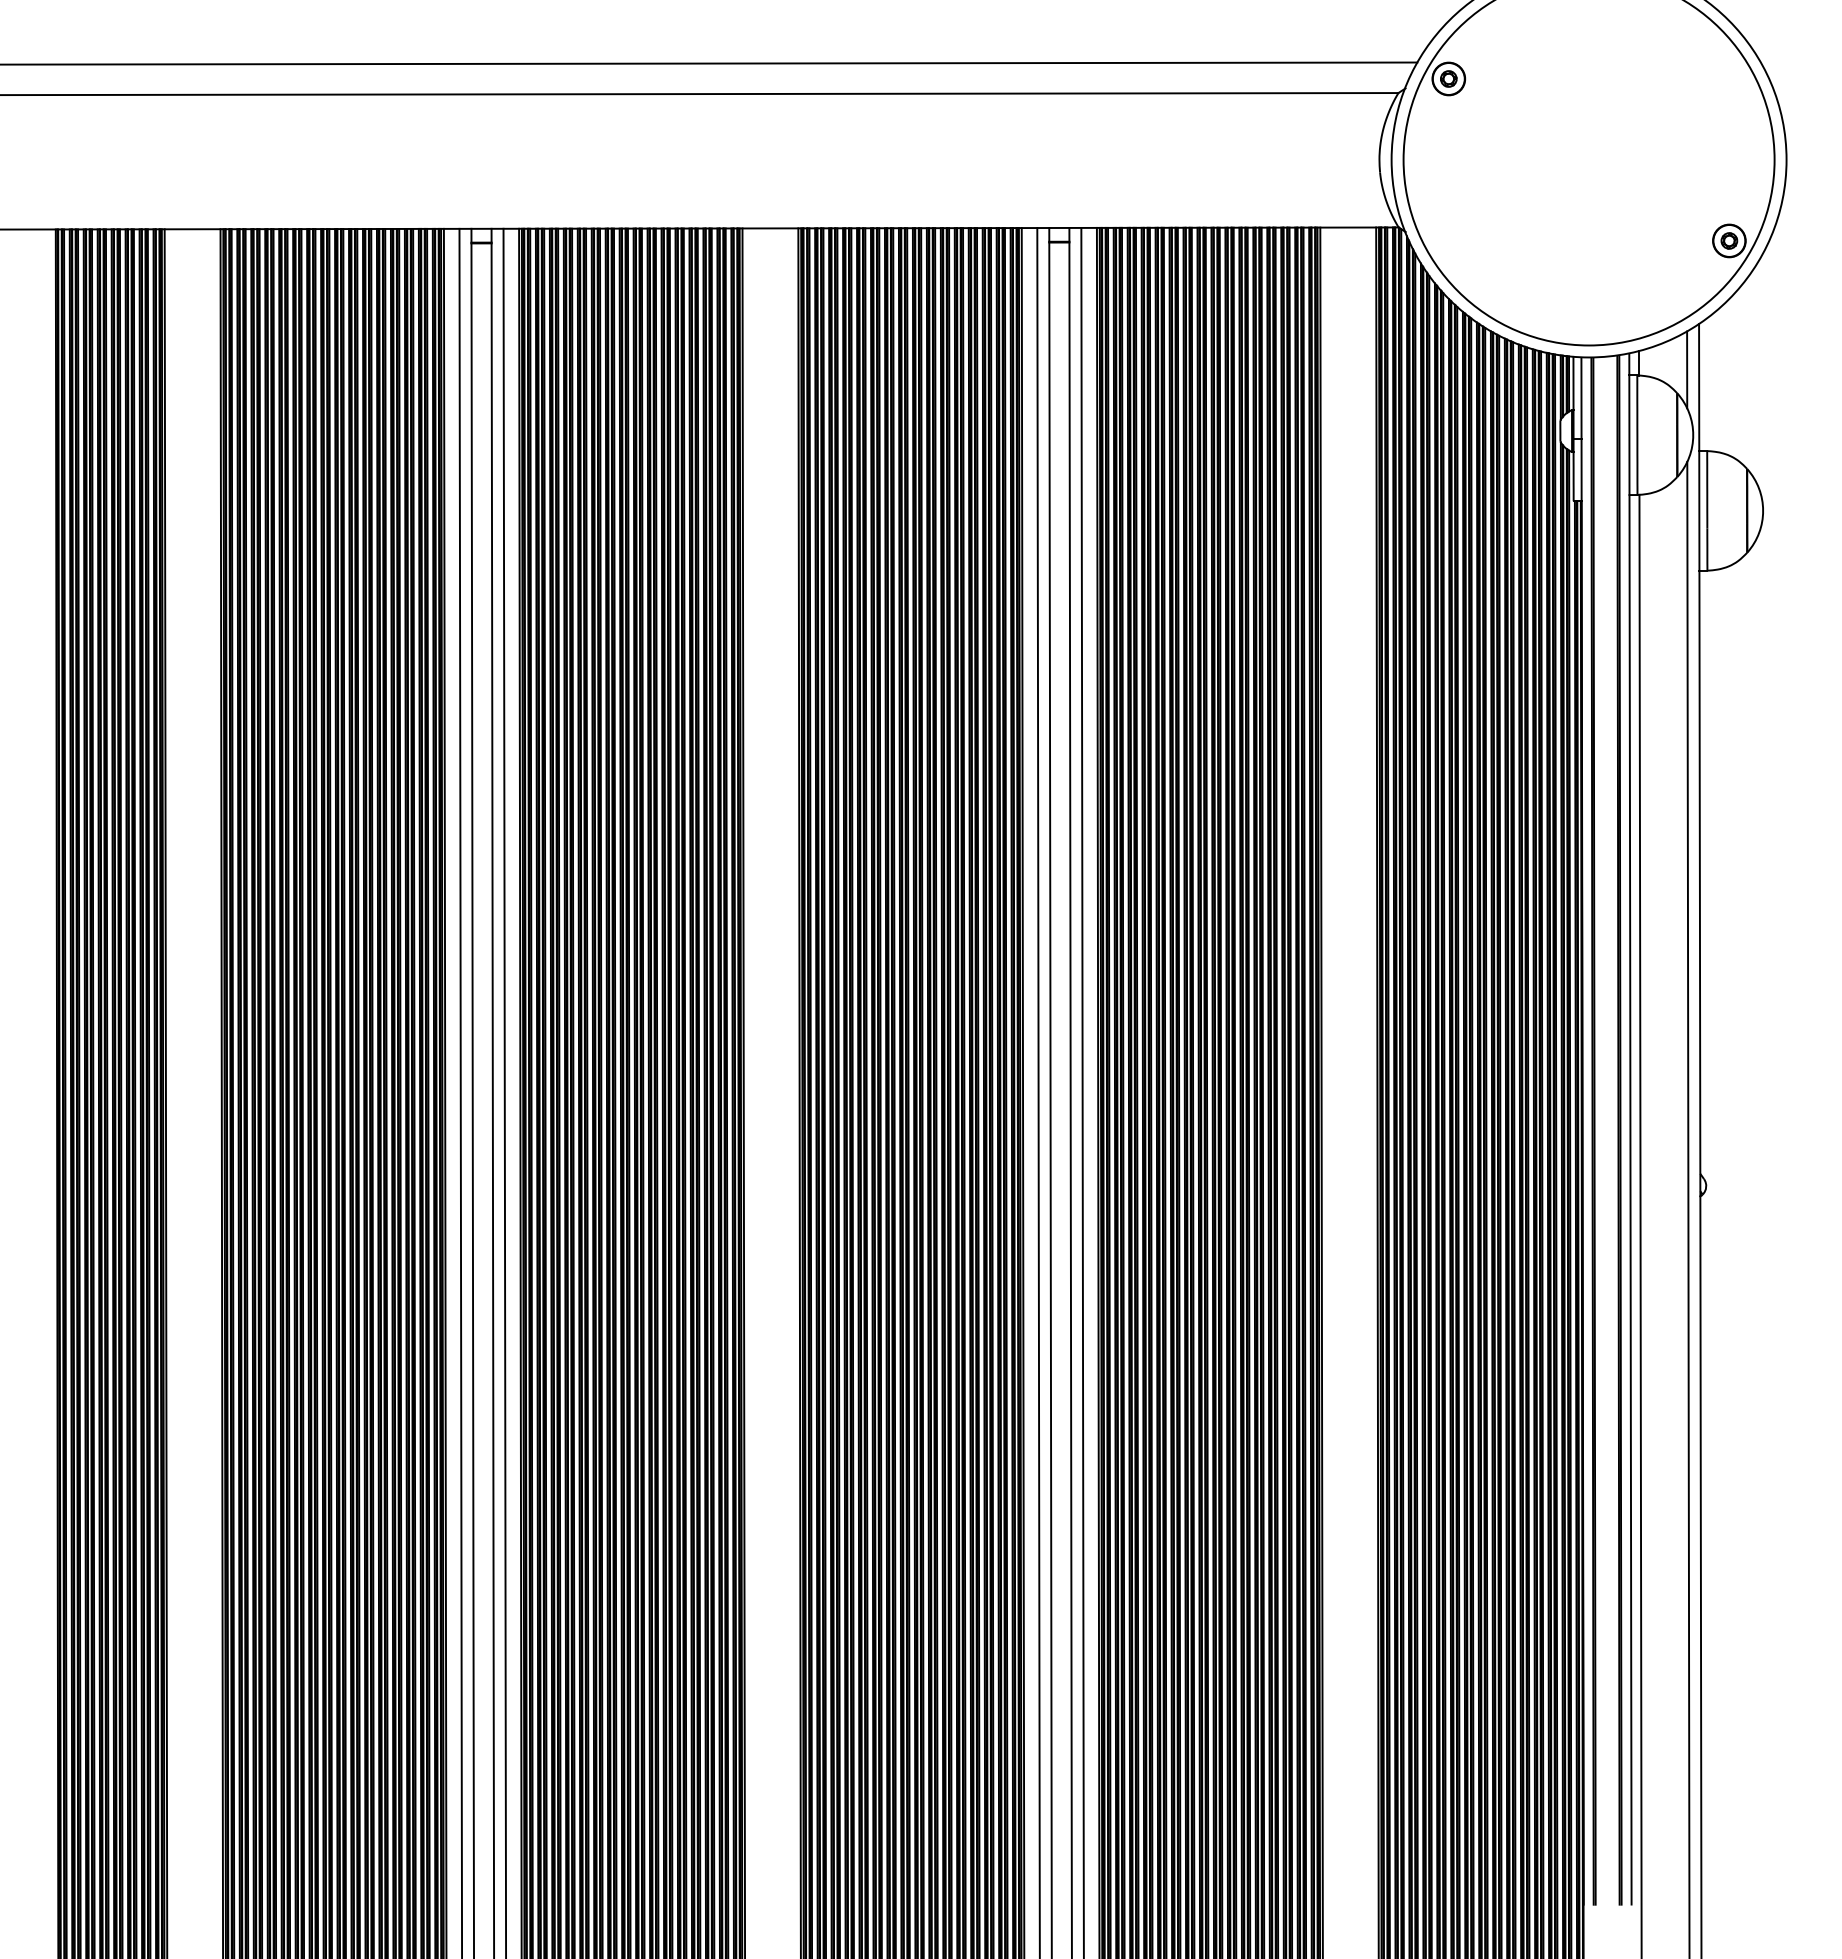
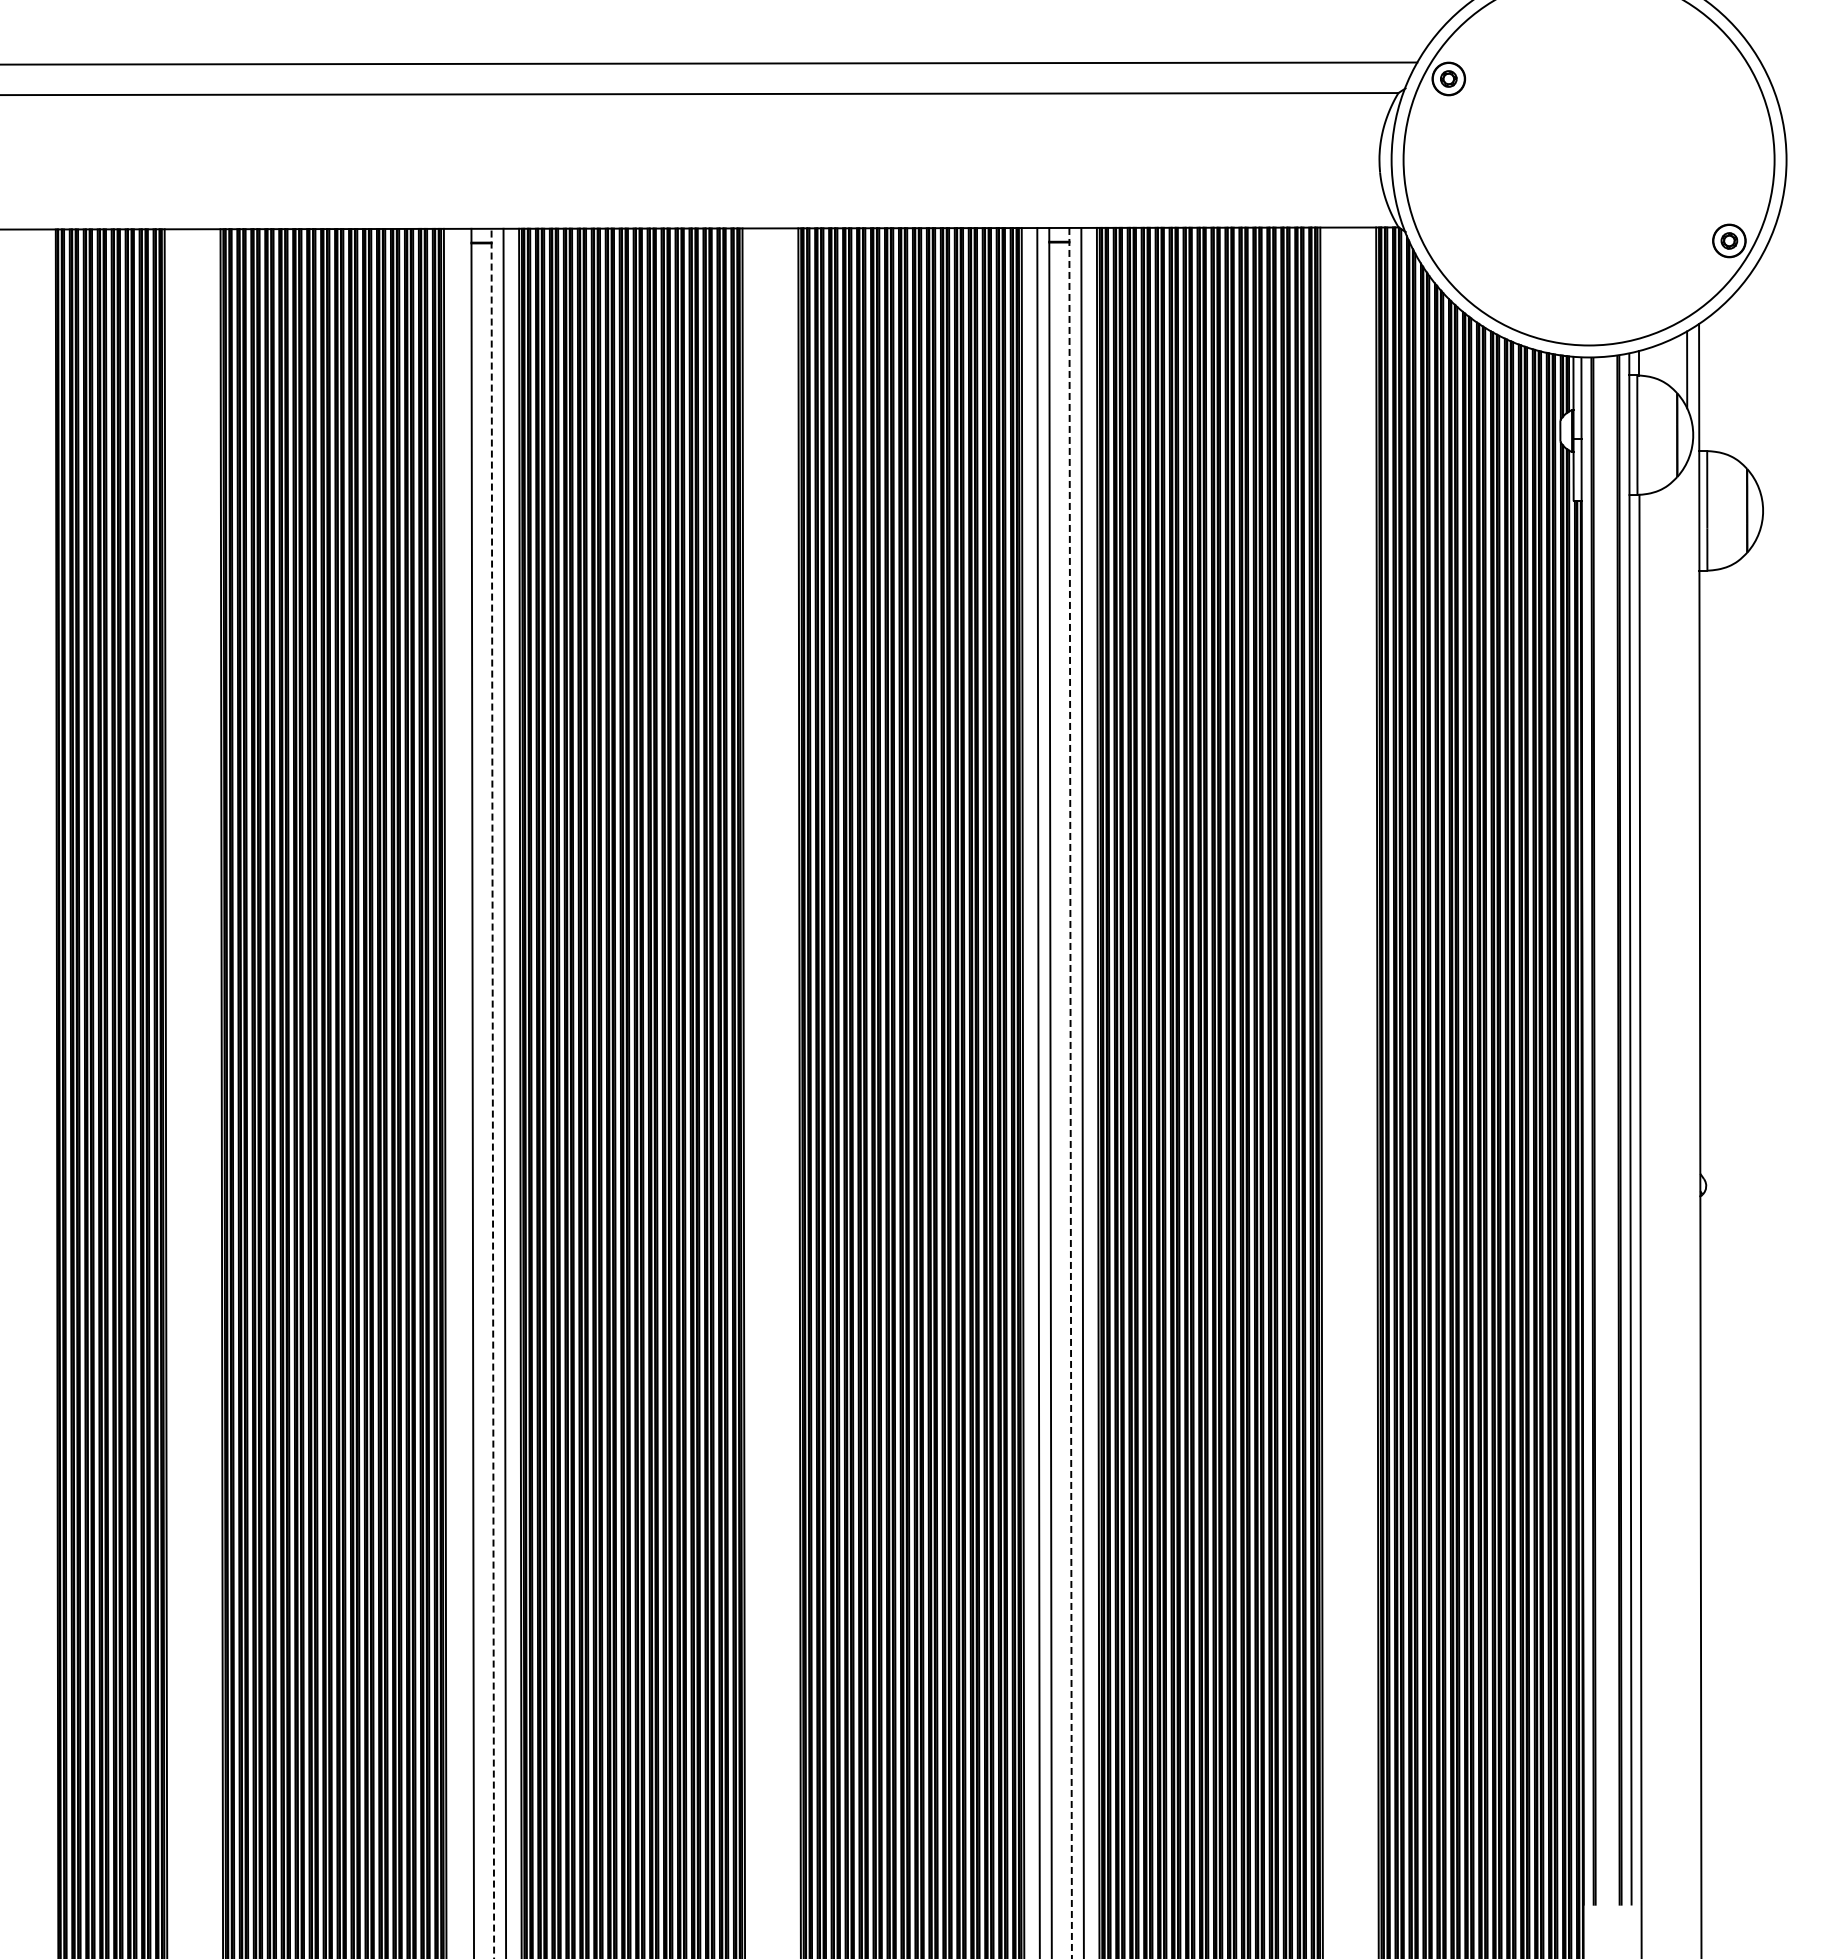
line at (460, 1091): present -> none
line at (492, 1093): solid -> dashed
line at (1070, 1093): solid -> dashed
line at (1688, 1208): present -> none
